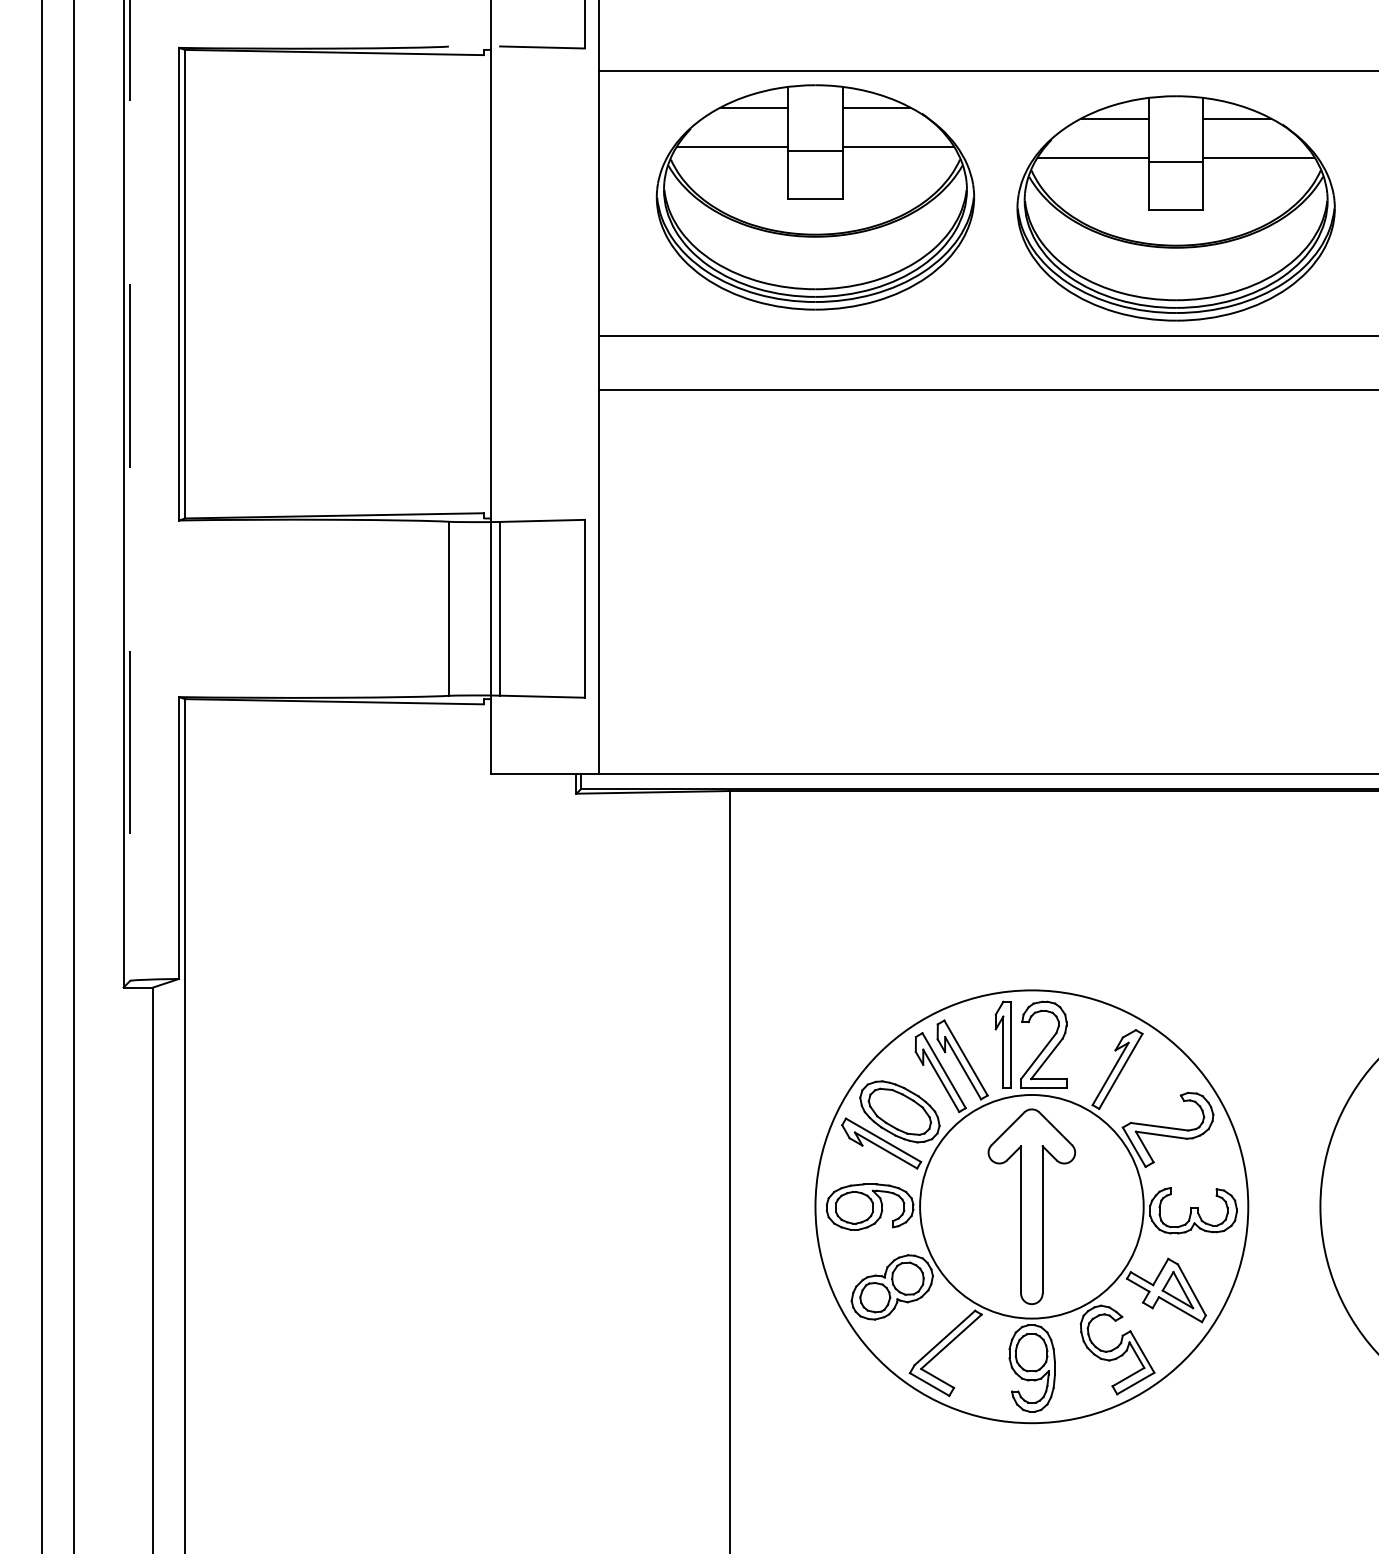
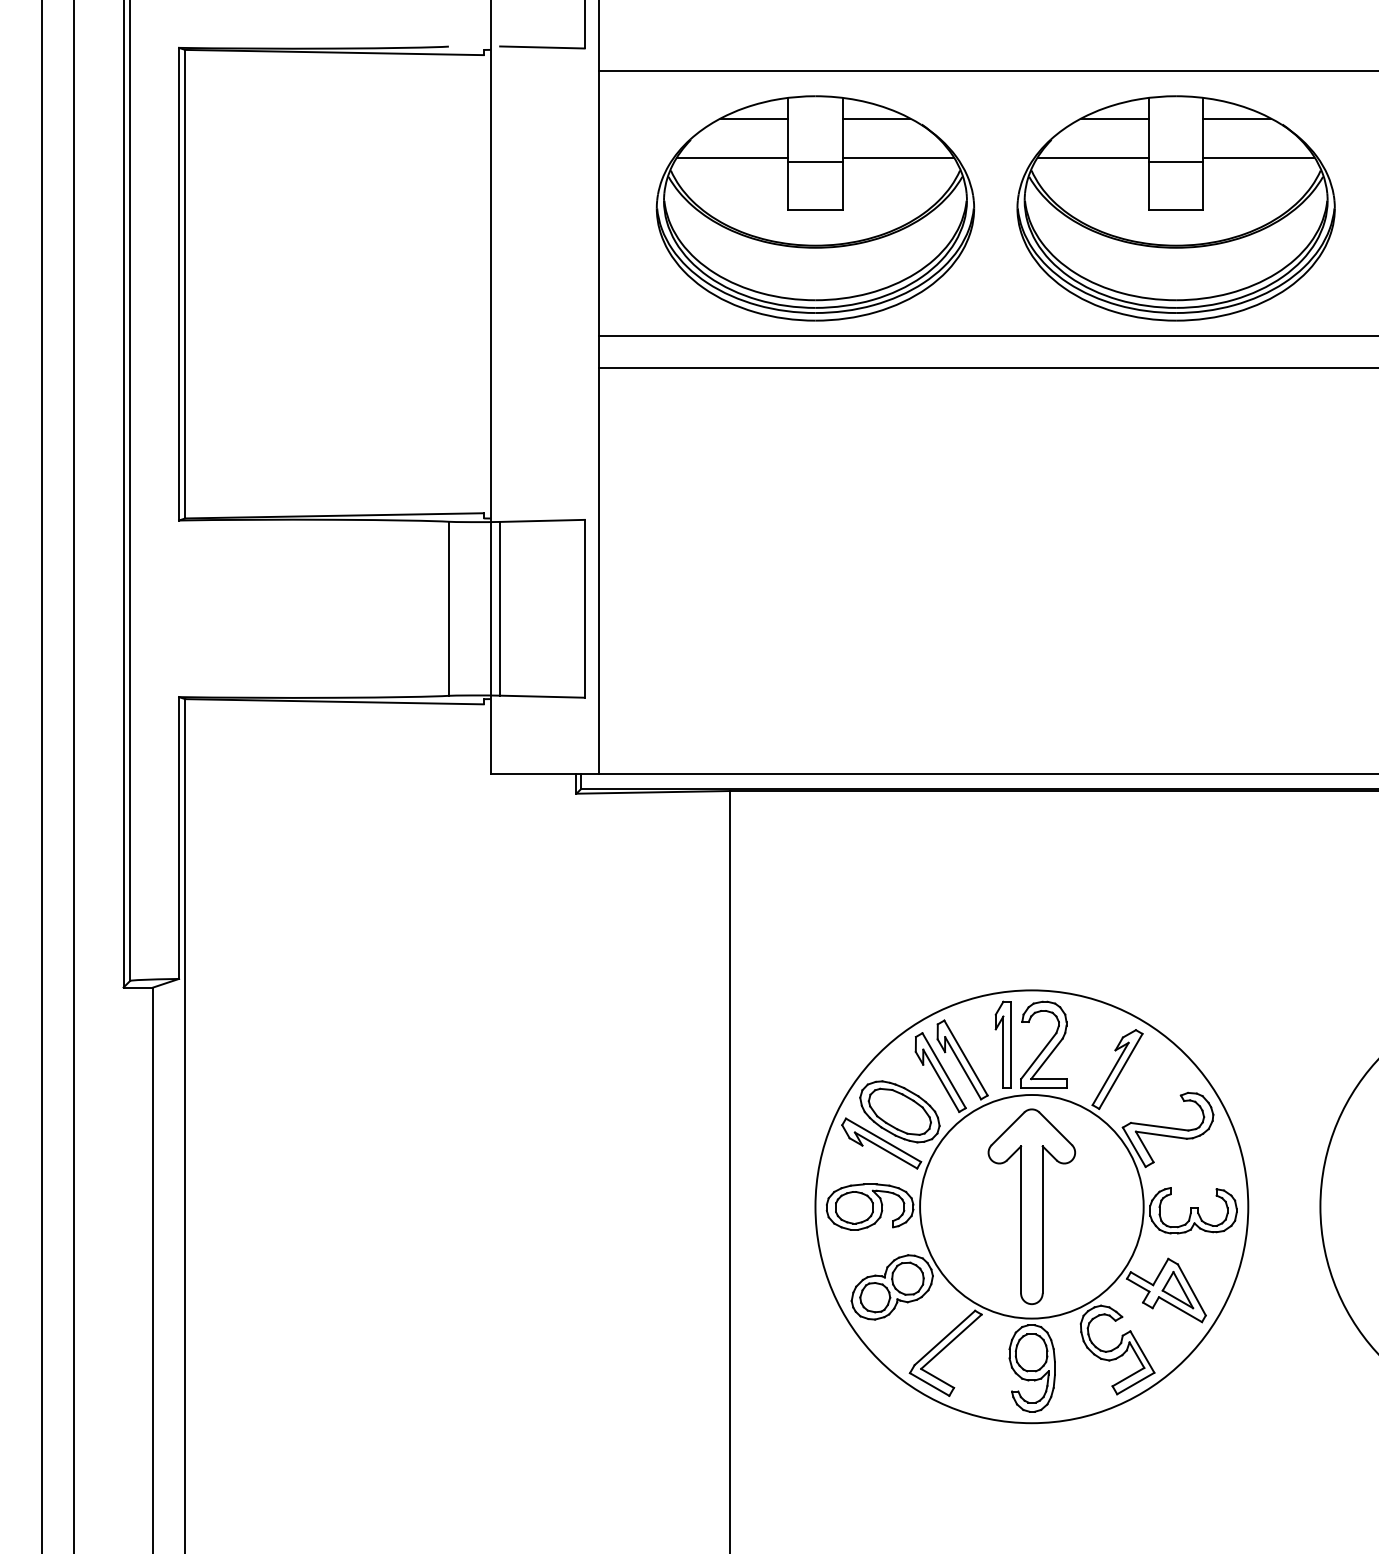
part at (815, 197) position: (815, 197) -> (815, 208)
line at (987, 390) position: (987, 390) -> (987, 368)
line at (130, 491): dashed -> solid
